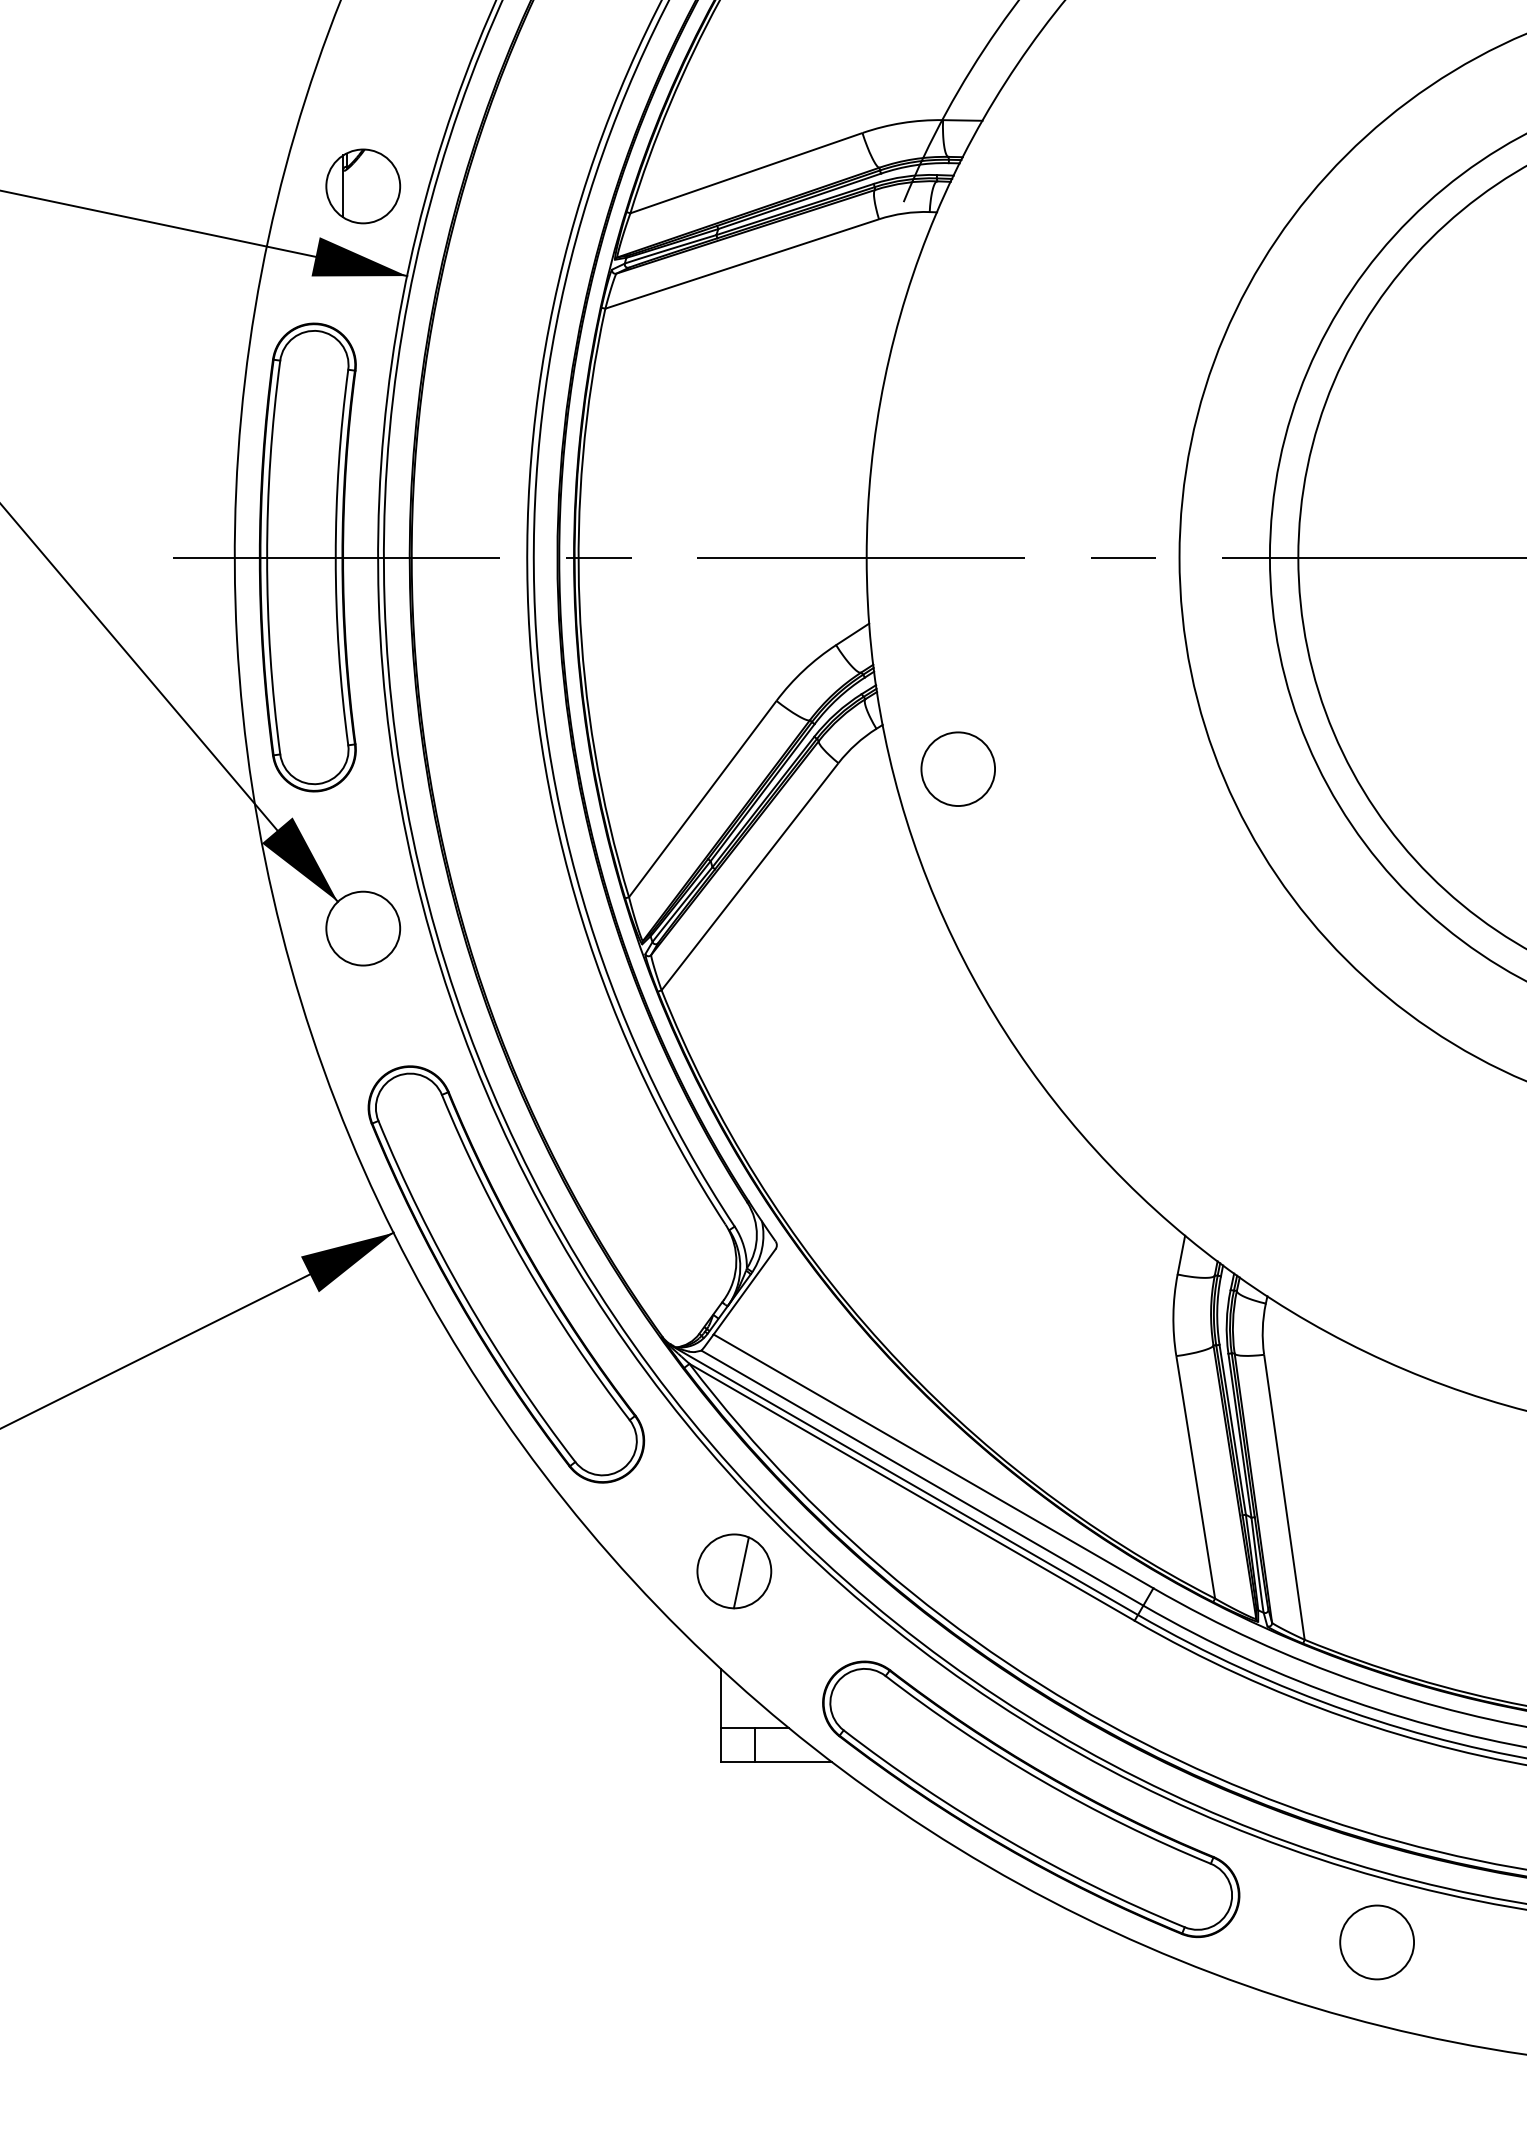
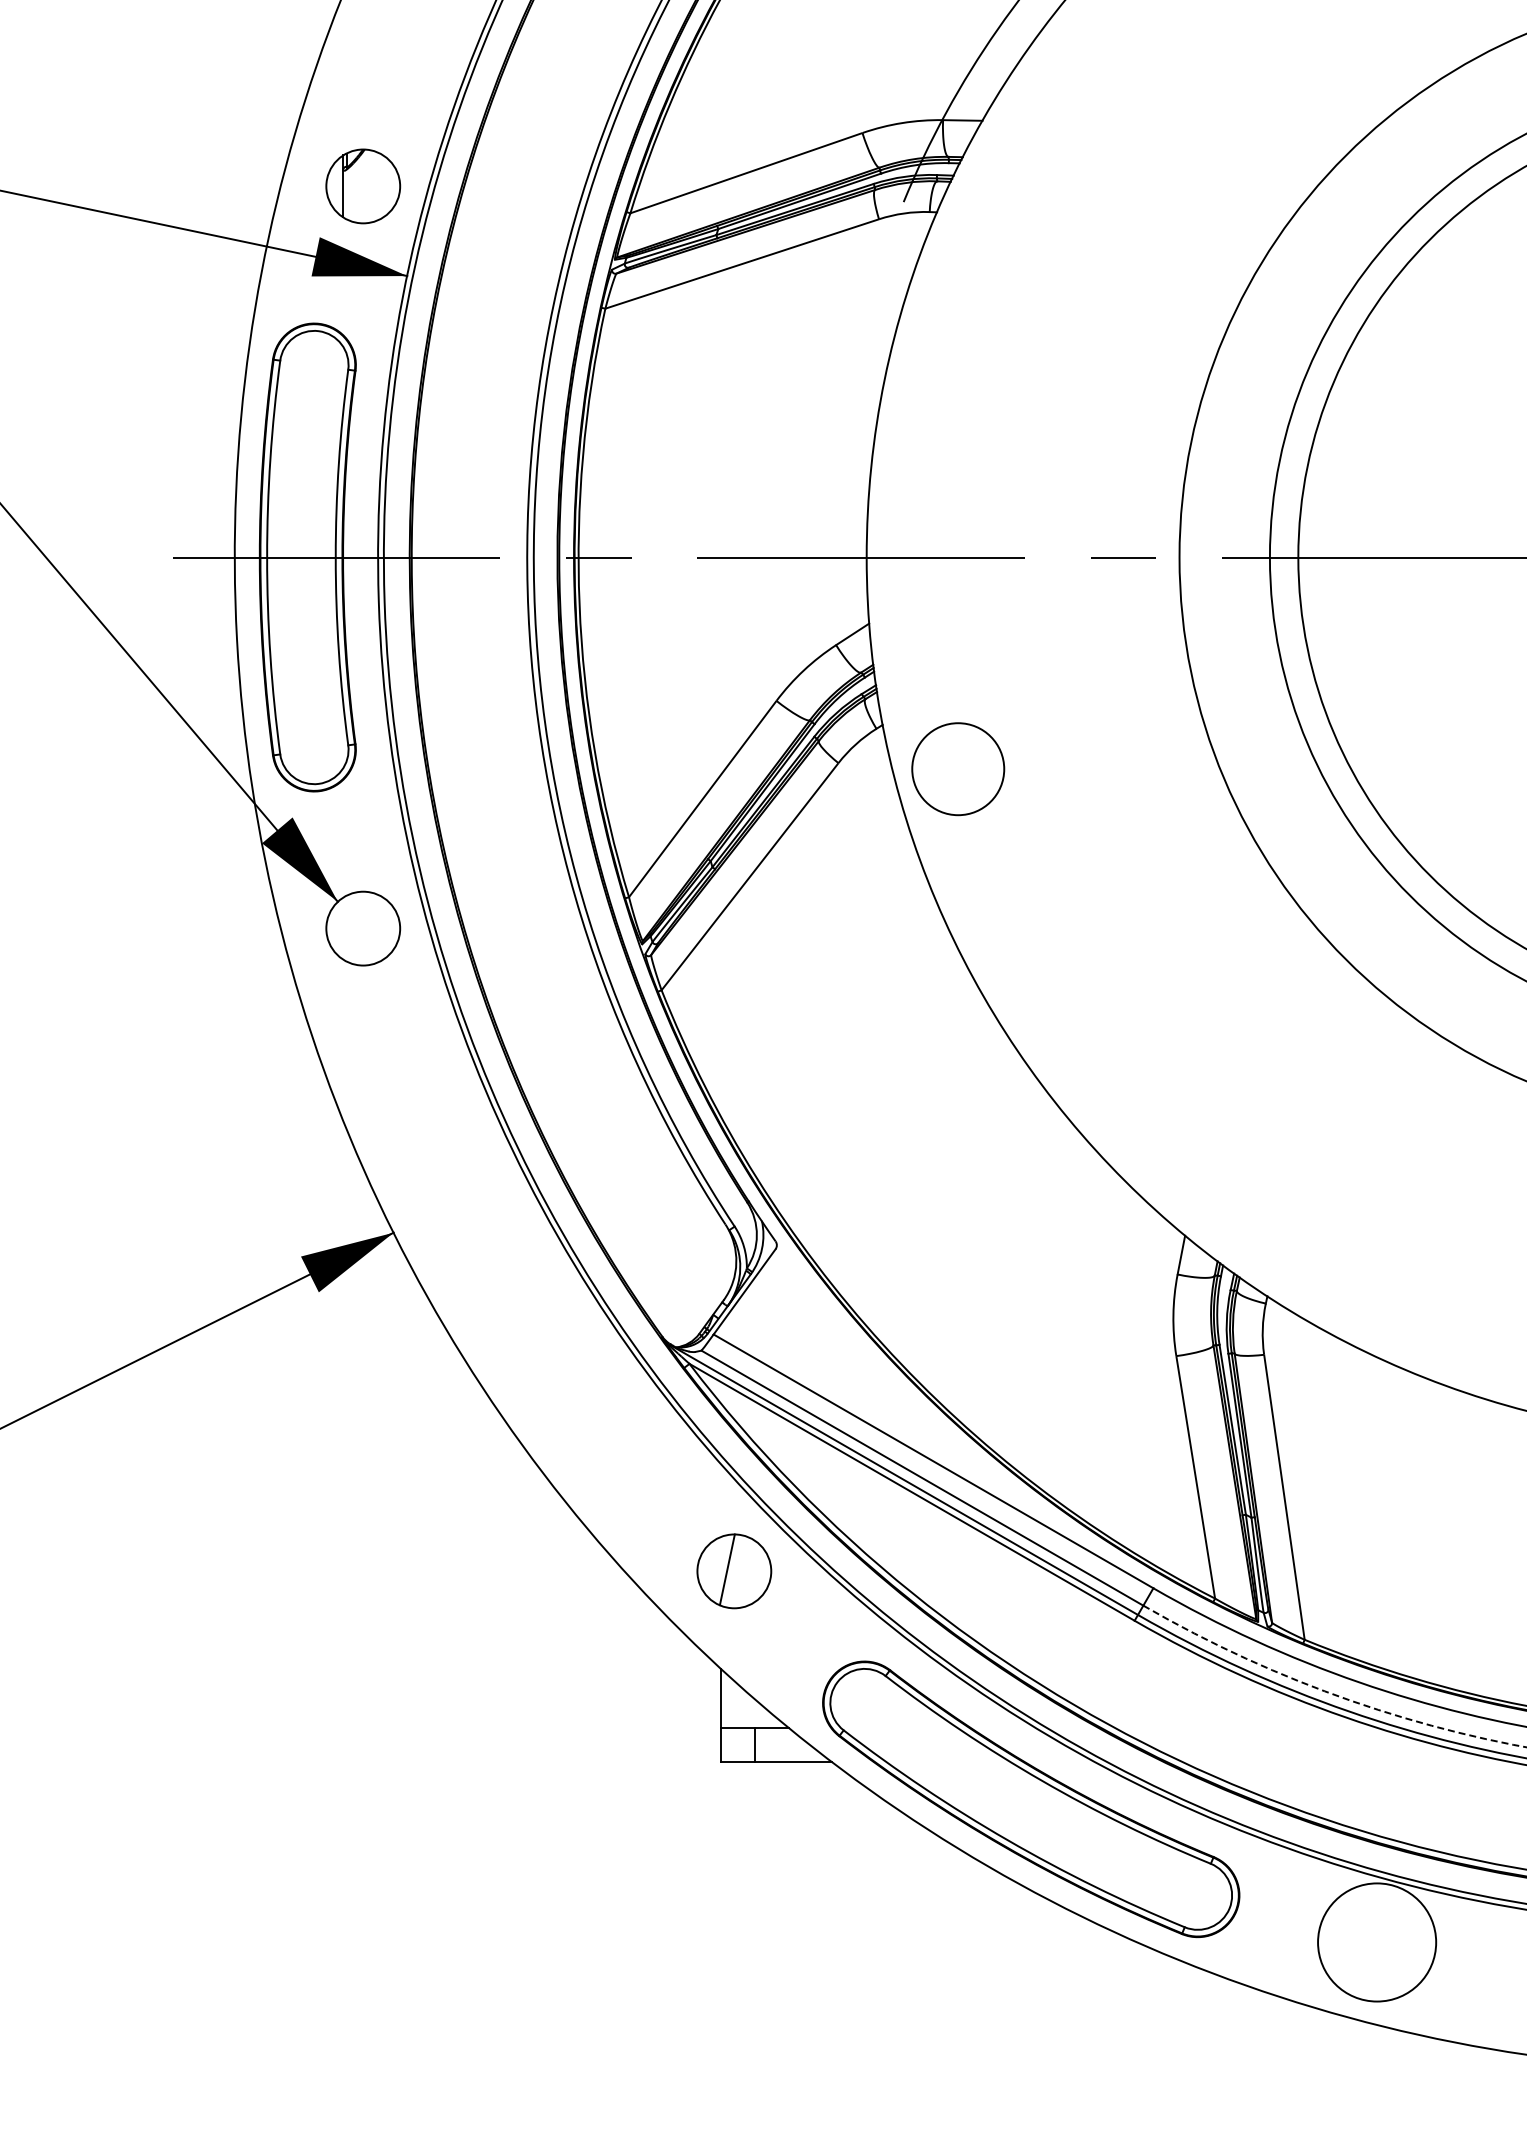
circle at (958, 769) diameter: 74 px -> 92 px
part at (506, 1274): present -> none
line at (740, 1572) position: (740, 1572) -> (726, 1569)
arc at (1329, 1692): solid -> dashed
circle at (1377, 1942) diameter: 74 px -> 118 px
